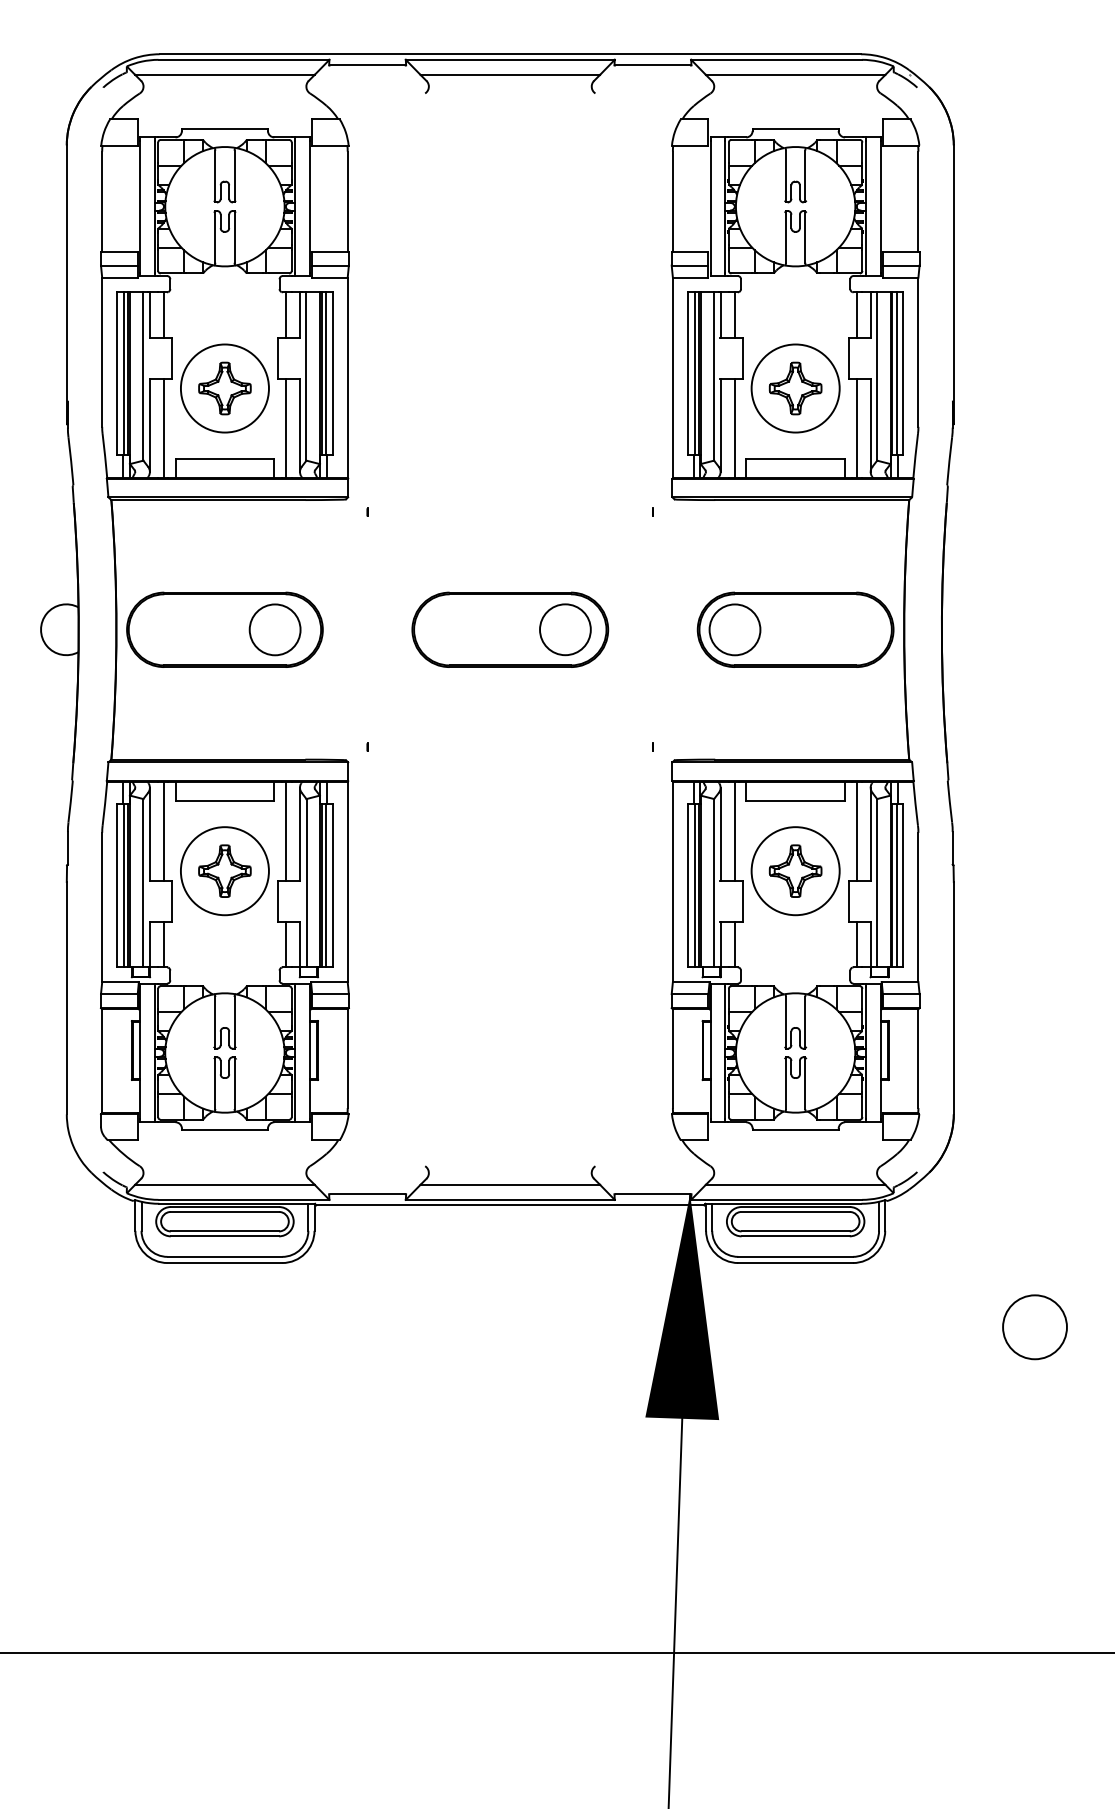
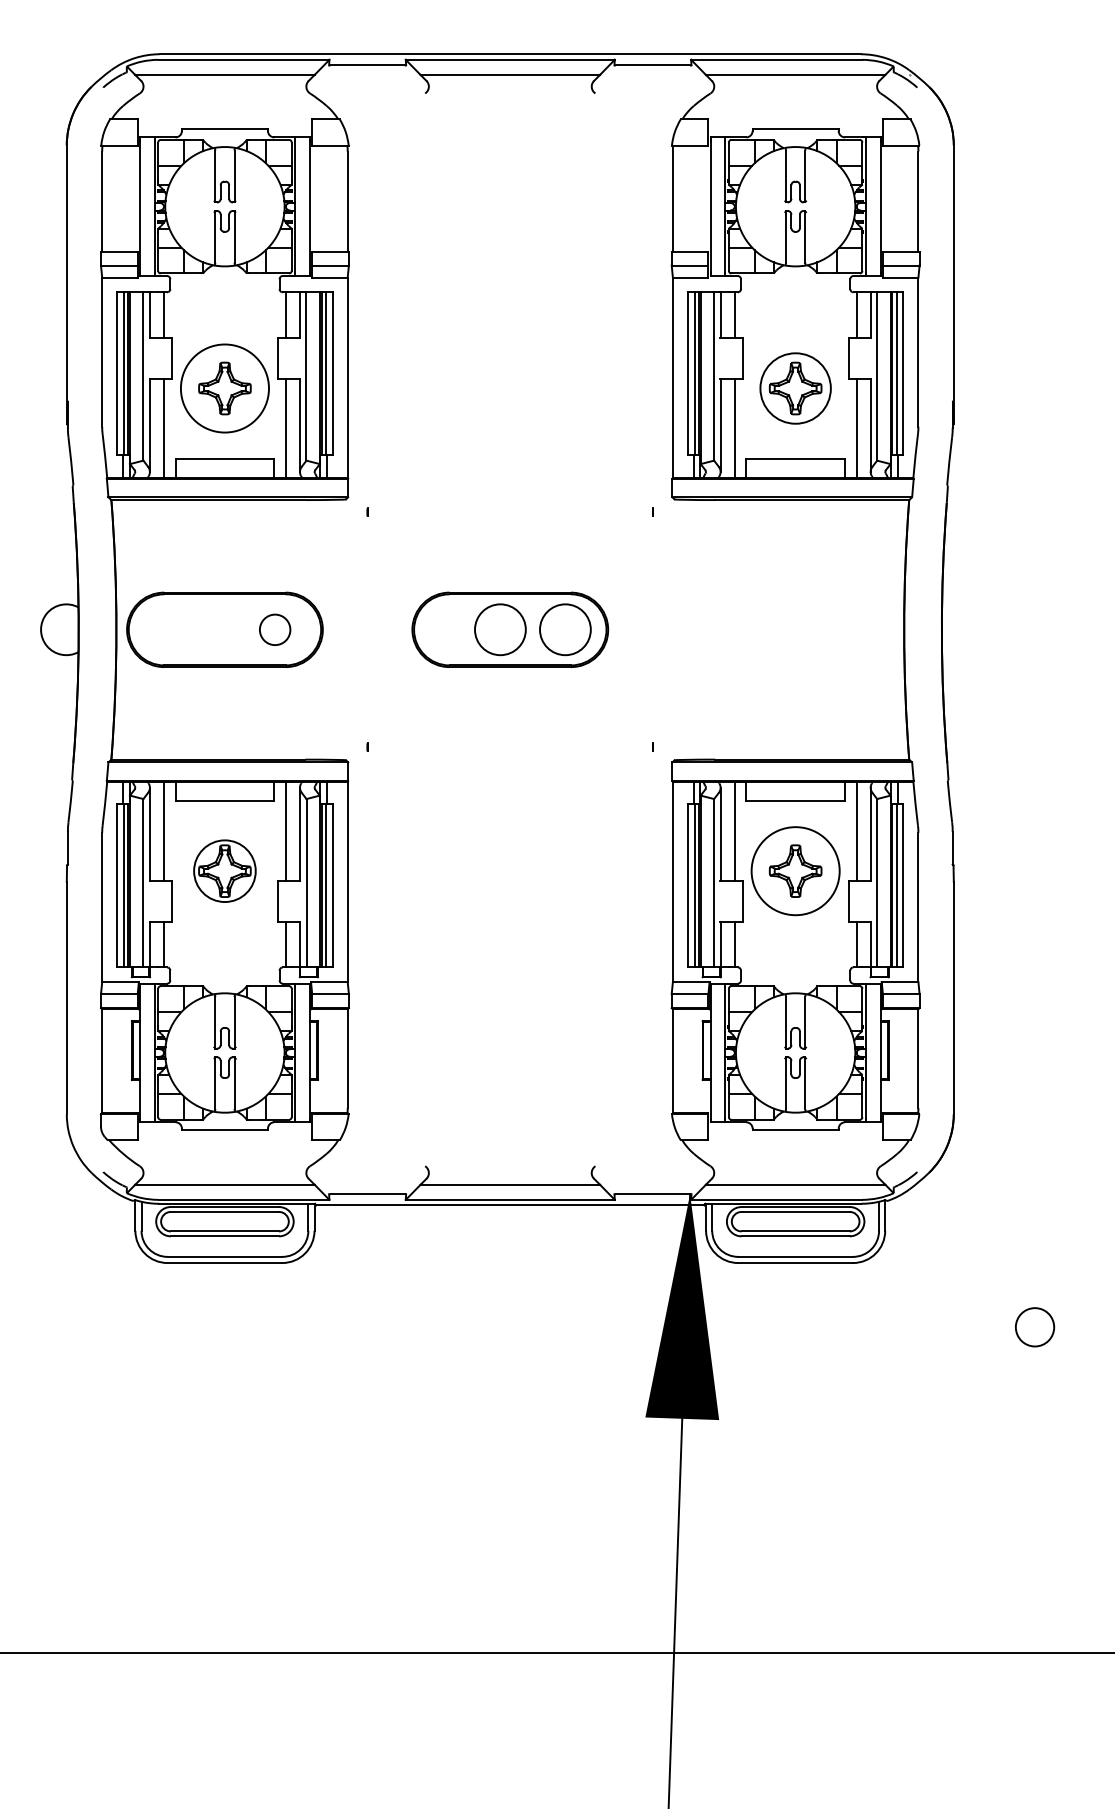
circle at (795, 388) diameter: 88 px -> 70 px
circle at (274, 629) diameter: 51 px -> 30 px
circle at (500, 629): none -> present
part at (795, 629): present -> none
circle at (224, 871) diameter: 88 px -> 62 px
circle at (1034, 1327) diameter: 64 px -> 38 px
